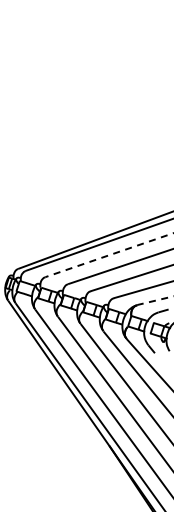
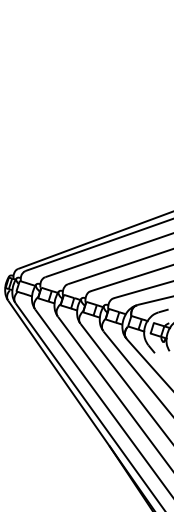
line at (109, 255): dashed -> solid
line at (154, 300): dashed -> solid
